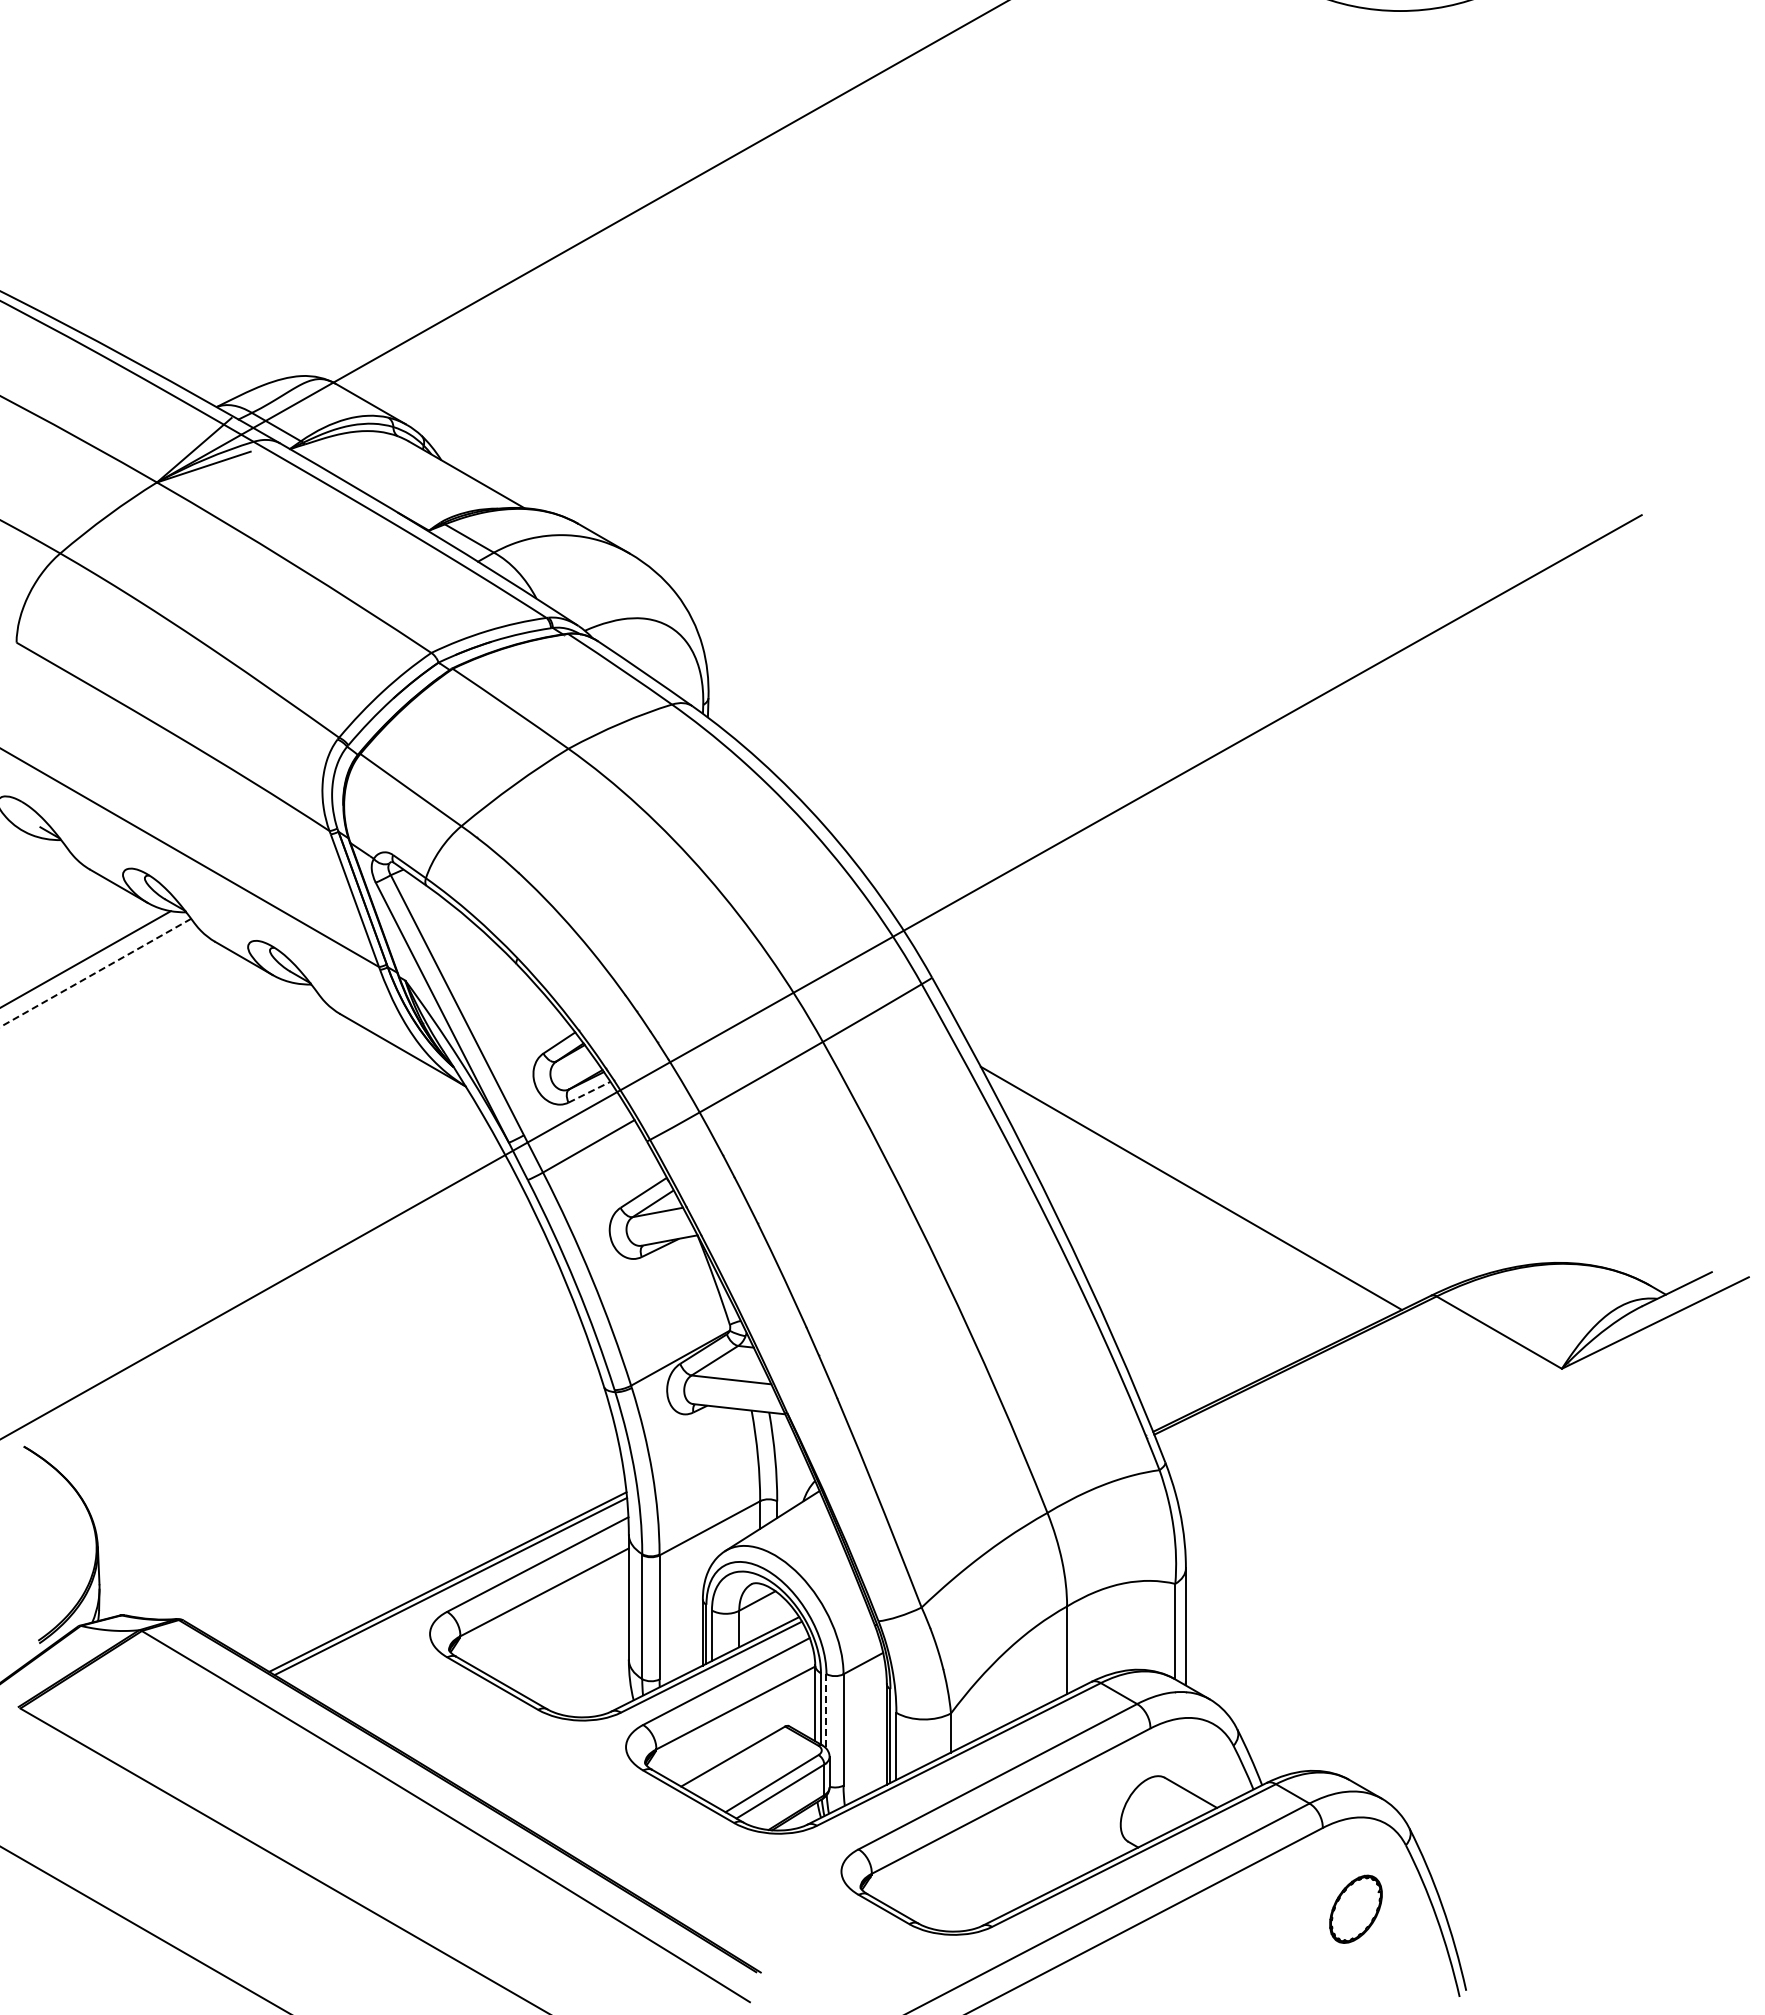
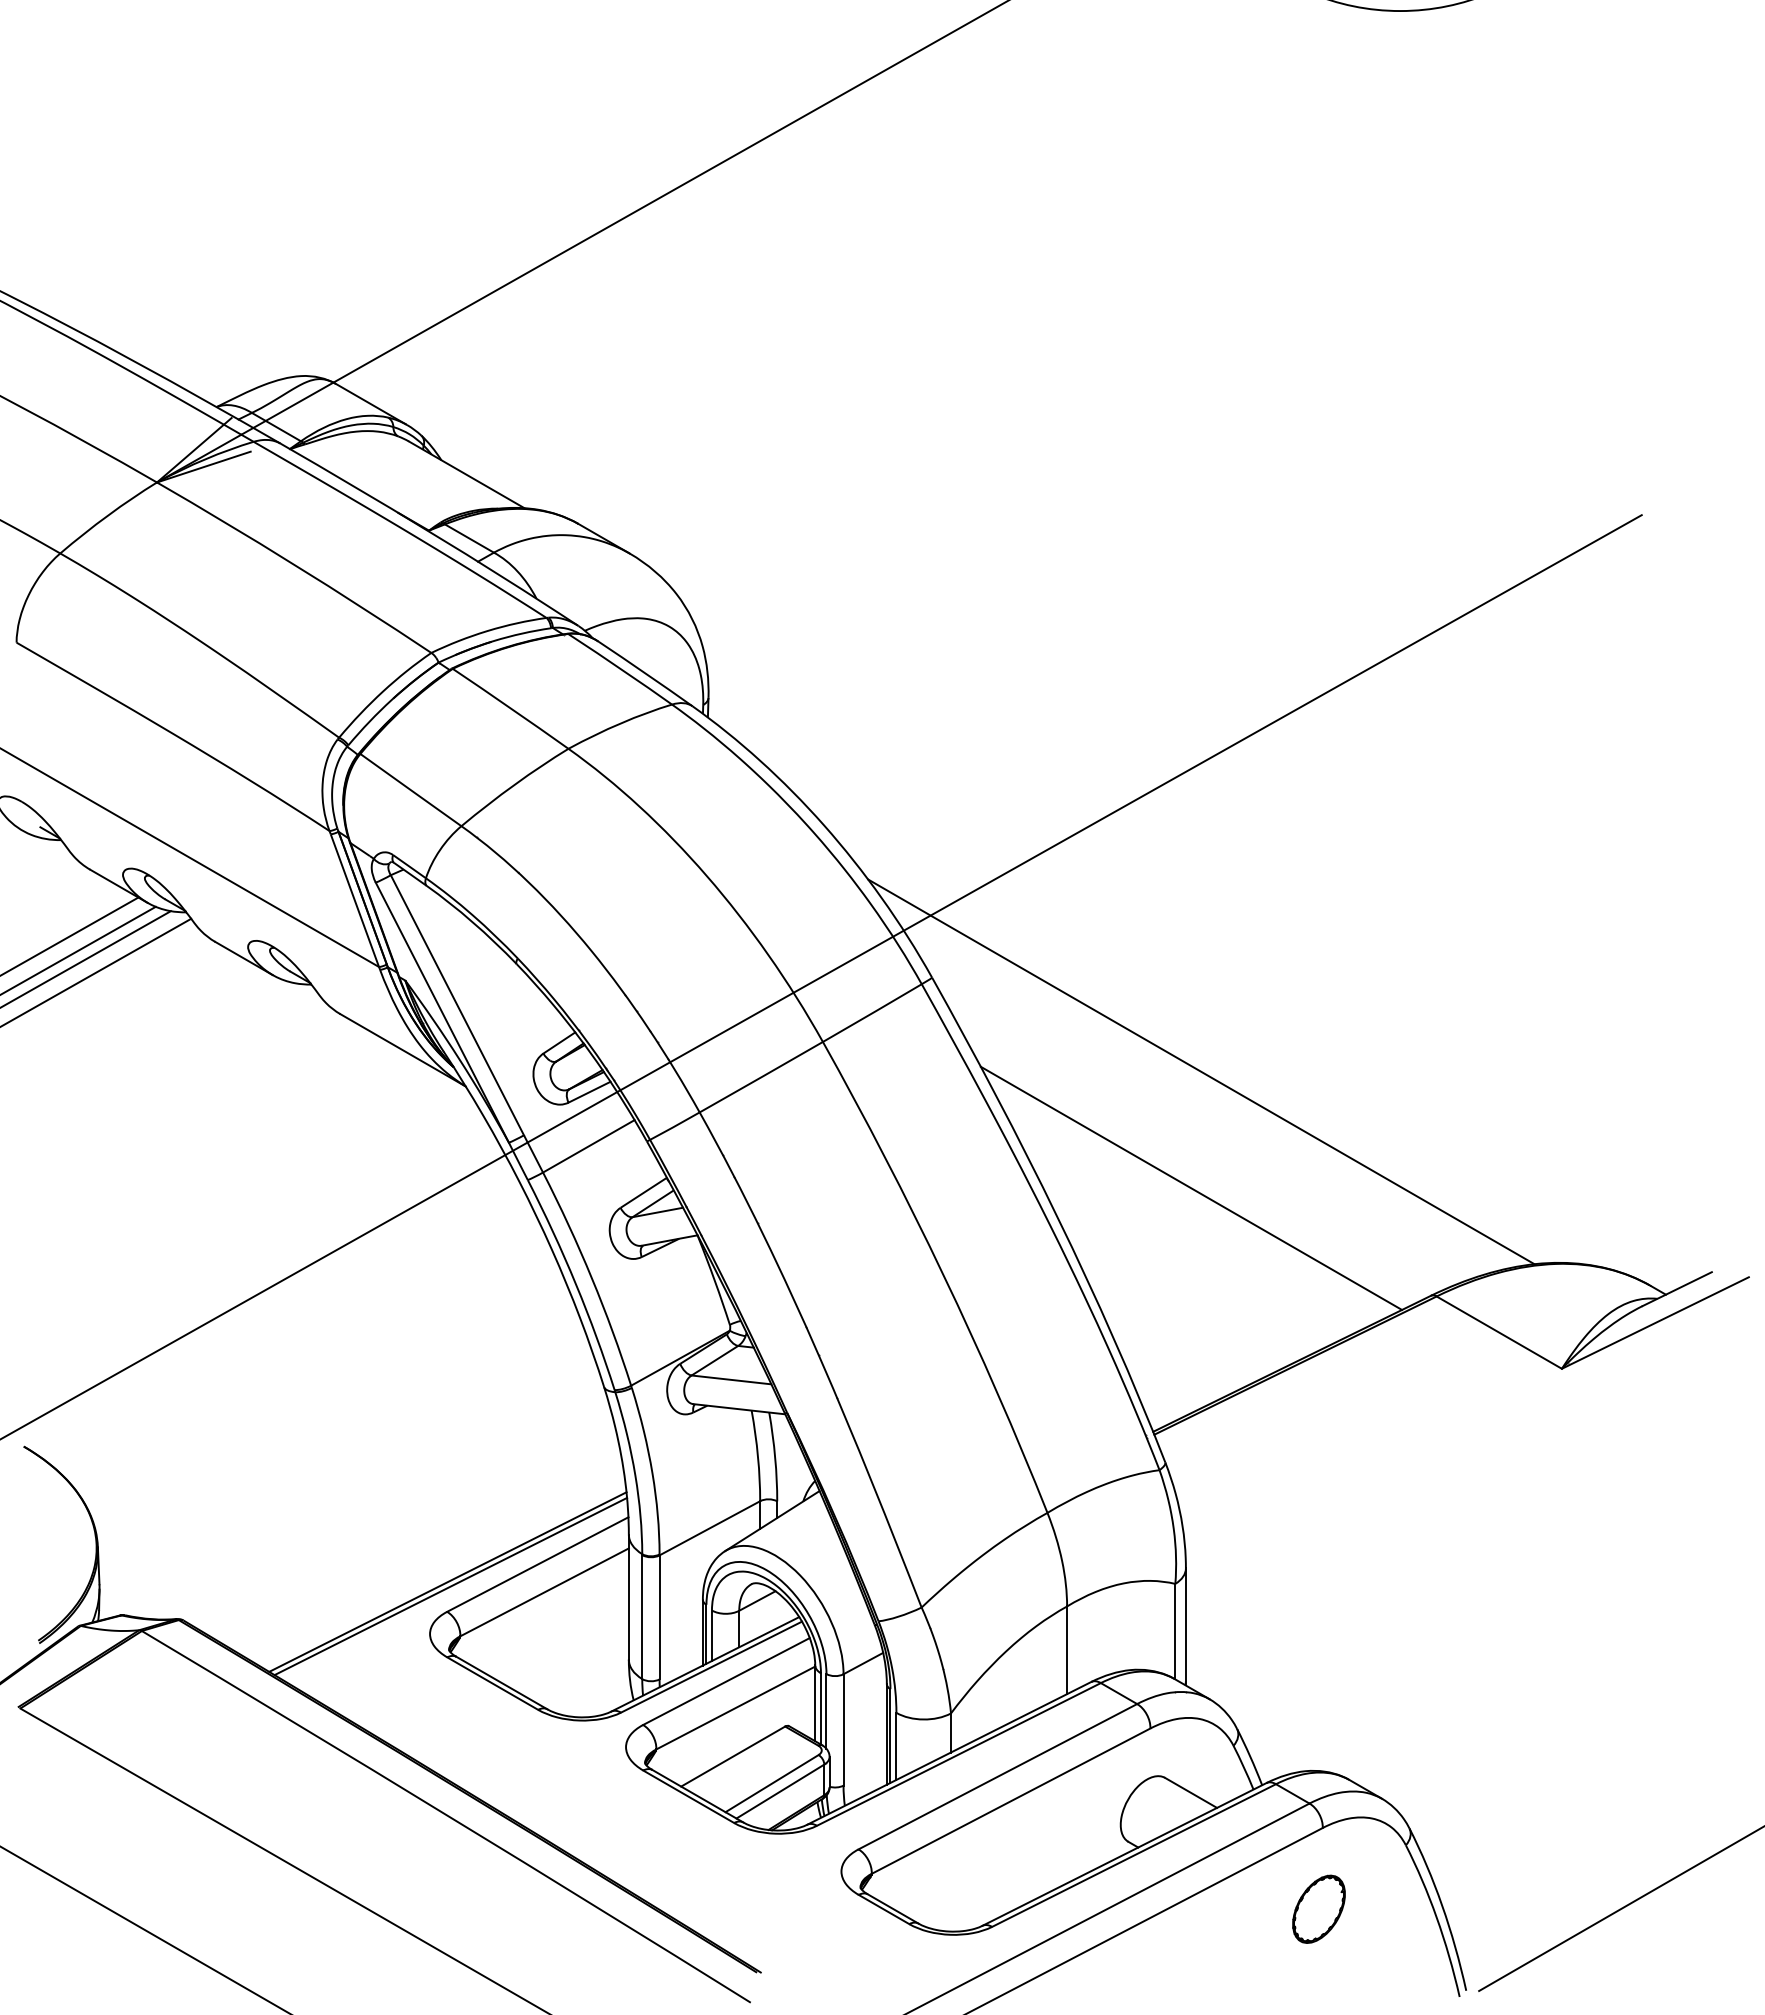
line at (70, 935): none -> present
line at (78, 949): none -> present
line at (95, 973): dashed -> solid
line at (1201, 1071): none -> present
line at (590, 1092): dashed -> solid
line at (826, 1711): dashed -> solid
part at (1355, 1908) position: (1355, 1908) -> (1318, 1908)
line at (1620, 1909): none -> present
